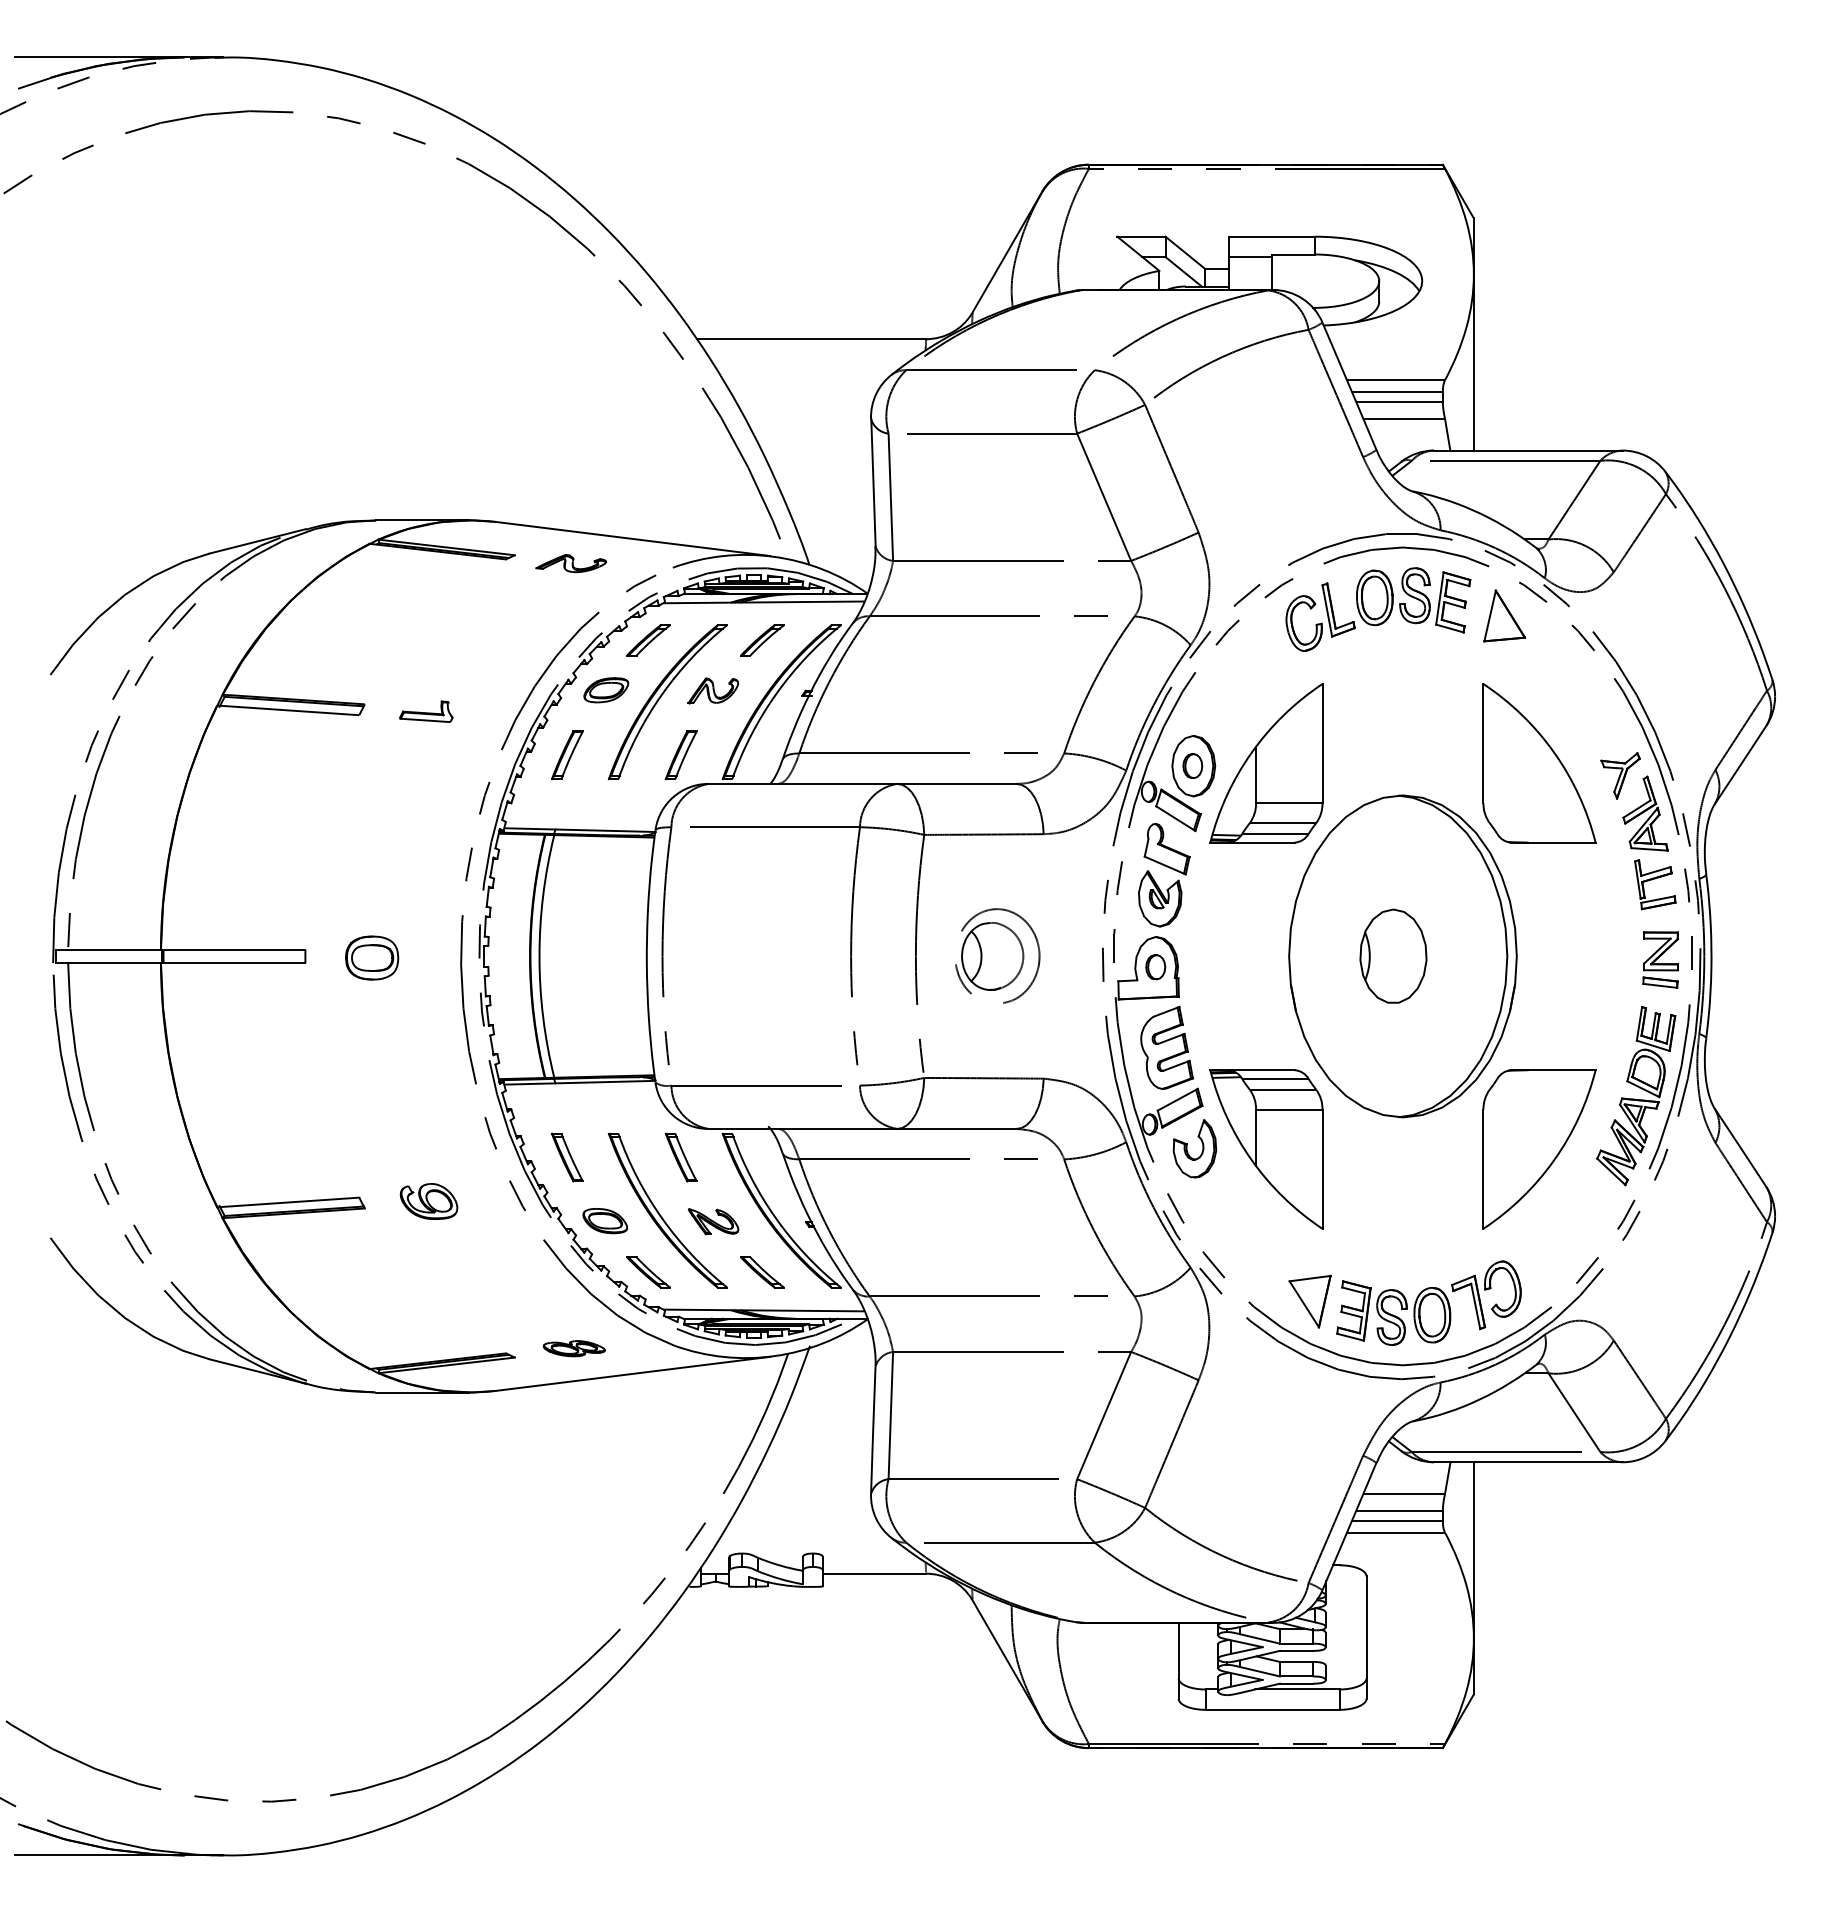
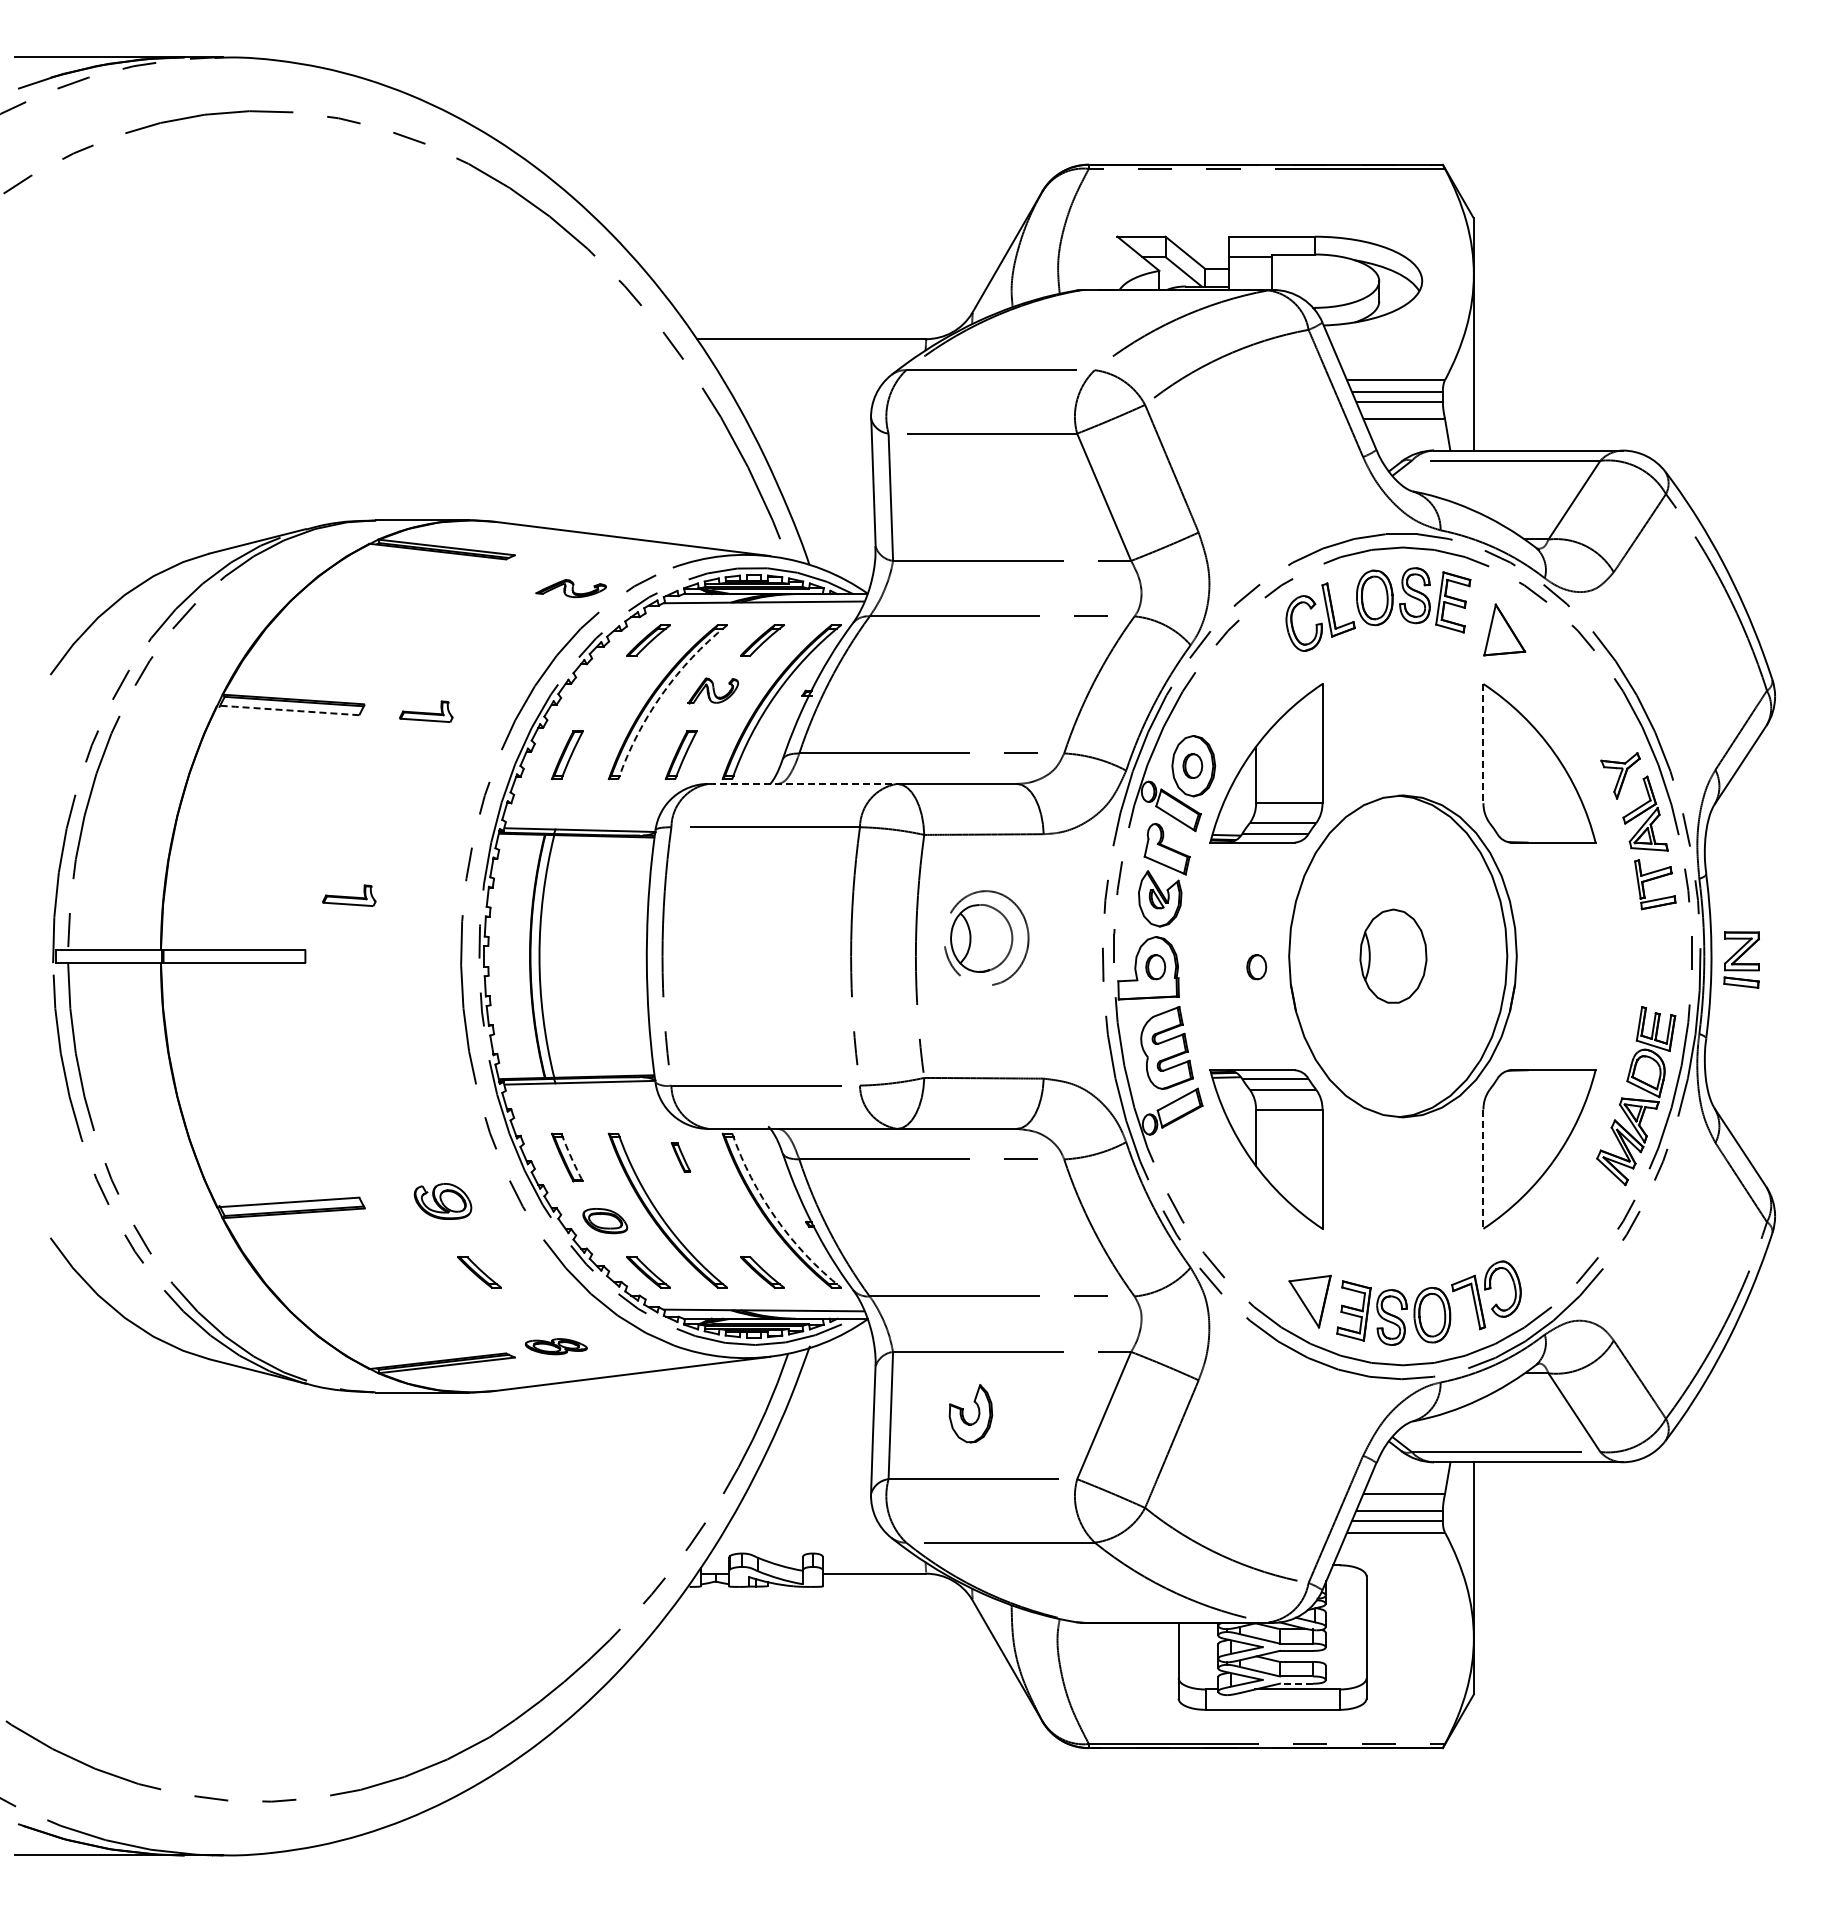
part at (570, 563) position: (570, 563) -> (570, 588)
part at (1504, 615) position: (1504, 615) -> (1504, 629)
part at (606, 690): present -> none
arc at (662, 694): solid -> dashed
line at (286, 710): solid -> dashed
line at (1483, 743): solid -> dashed
line at (803, 783): solid -> dashed
part at (349, 895): none -> present
part at (997, 955) position: (997, 955) -> (986, 937)
part at (372, 957): present -> none
part at (1660, 959) position: (1660, 959) -> (1741, 959)
part at (1256, 967): none -> present
part at (1187, 1148) position: (1187, 1148) -> (963, 1413)
arc at (571, 1157): solid -> dashed
part at (680, 1157) size: 34x51 px -> 22x31 px
line at (1483, 1169): solid -> dashed
part at (428, 1201) position: (428, 1201) -> (442, 1201)
arc at (775, 1218): solid -> dashed
part at (713, 1221): present -> none
part at (479, 1272): none -> present
part at (573, 1348) position: (573, 1348) -> (555, 1346)
line at (1295, 1683): solid -> dashed
